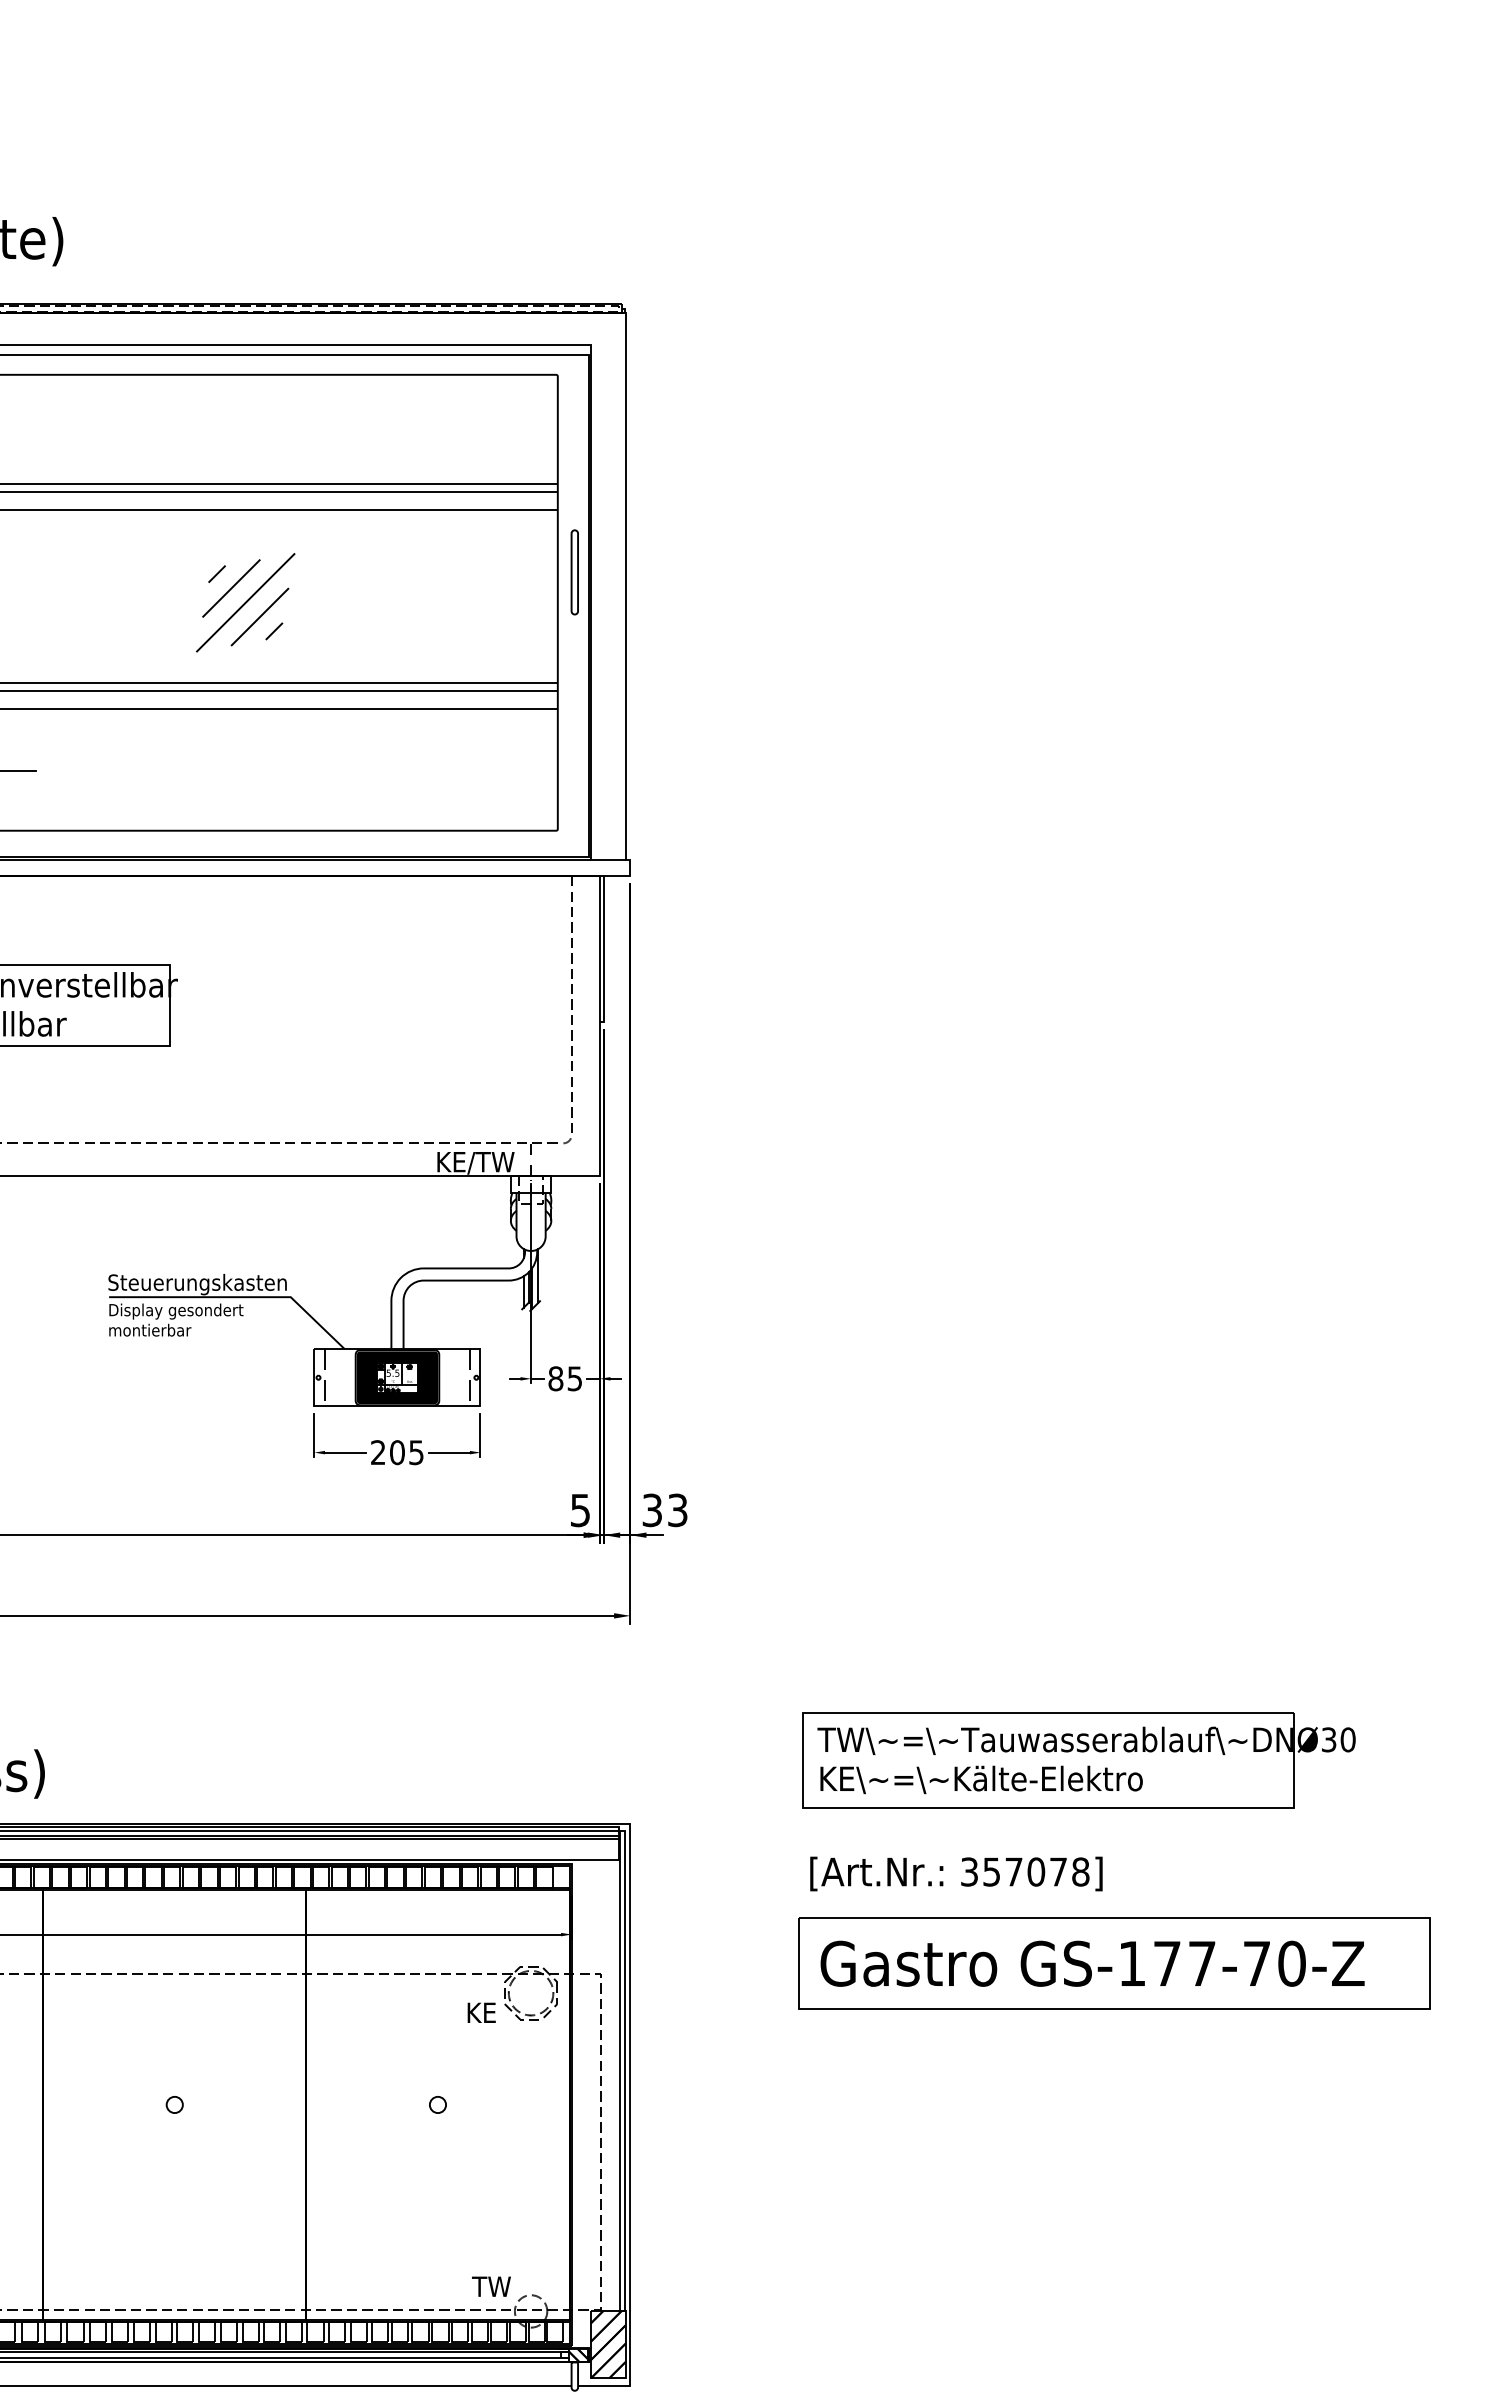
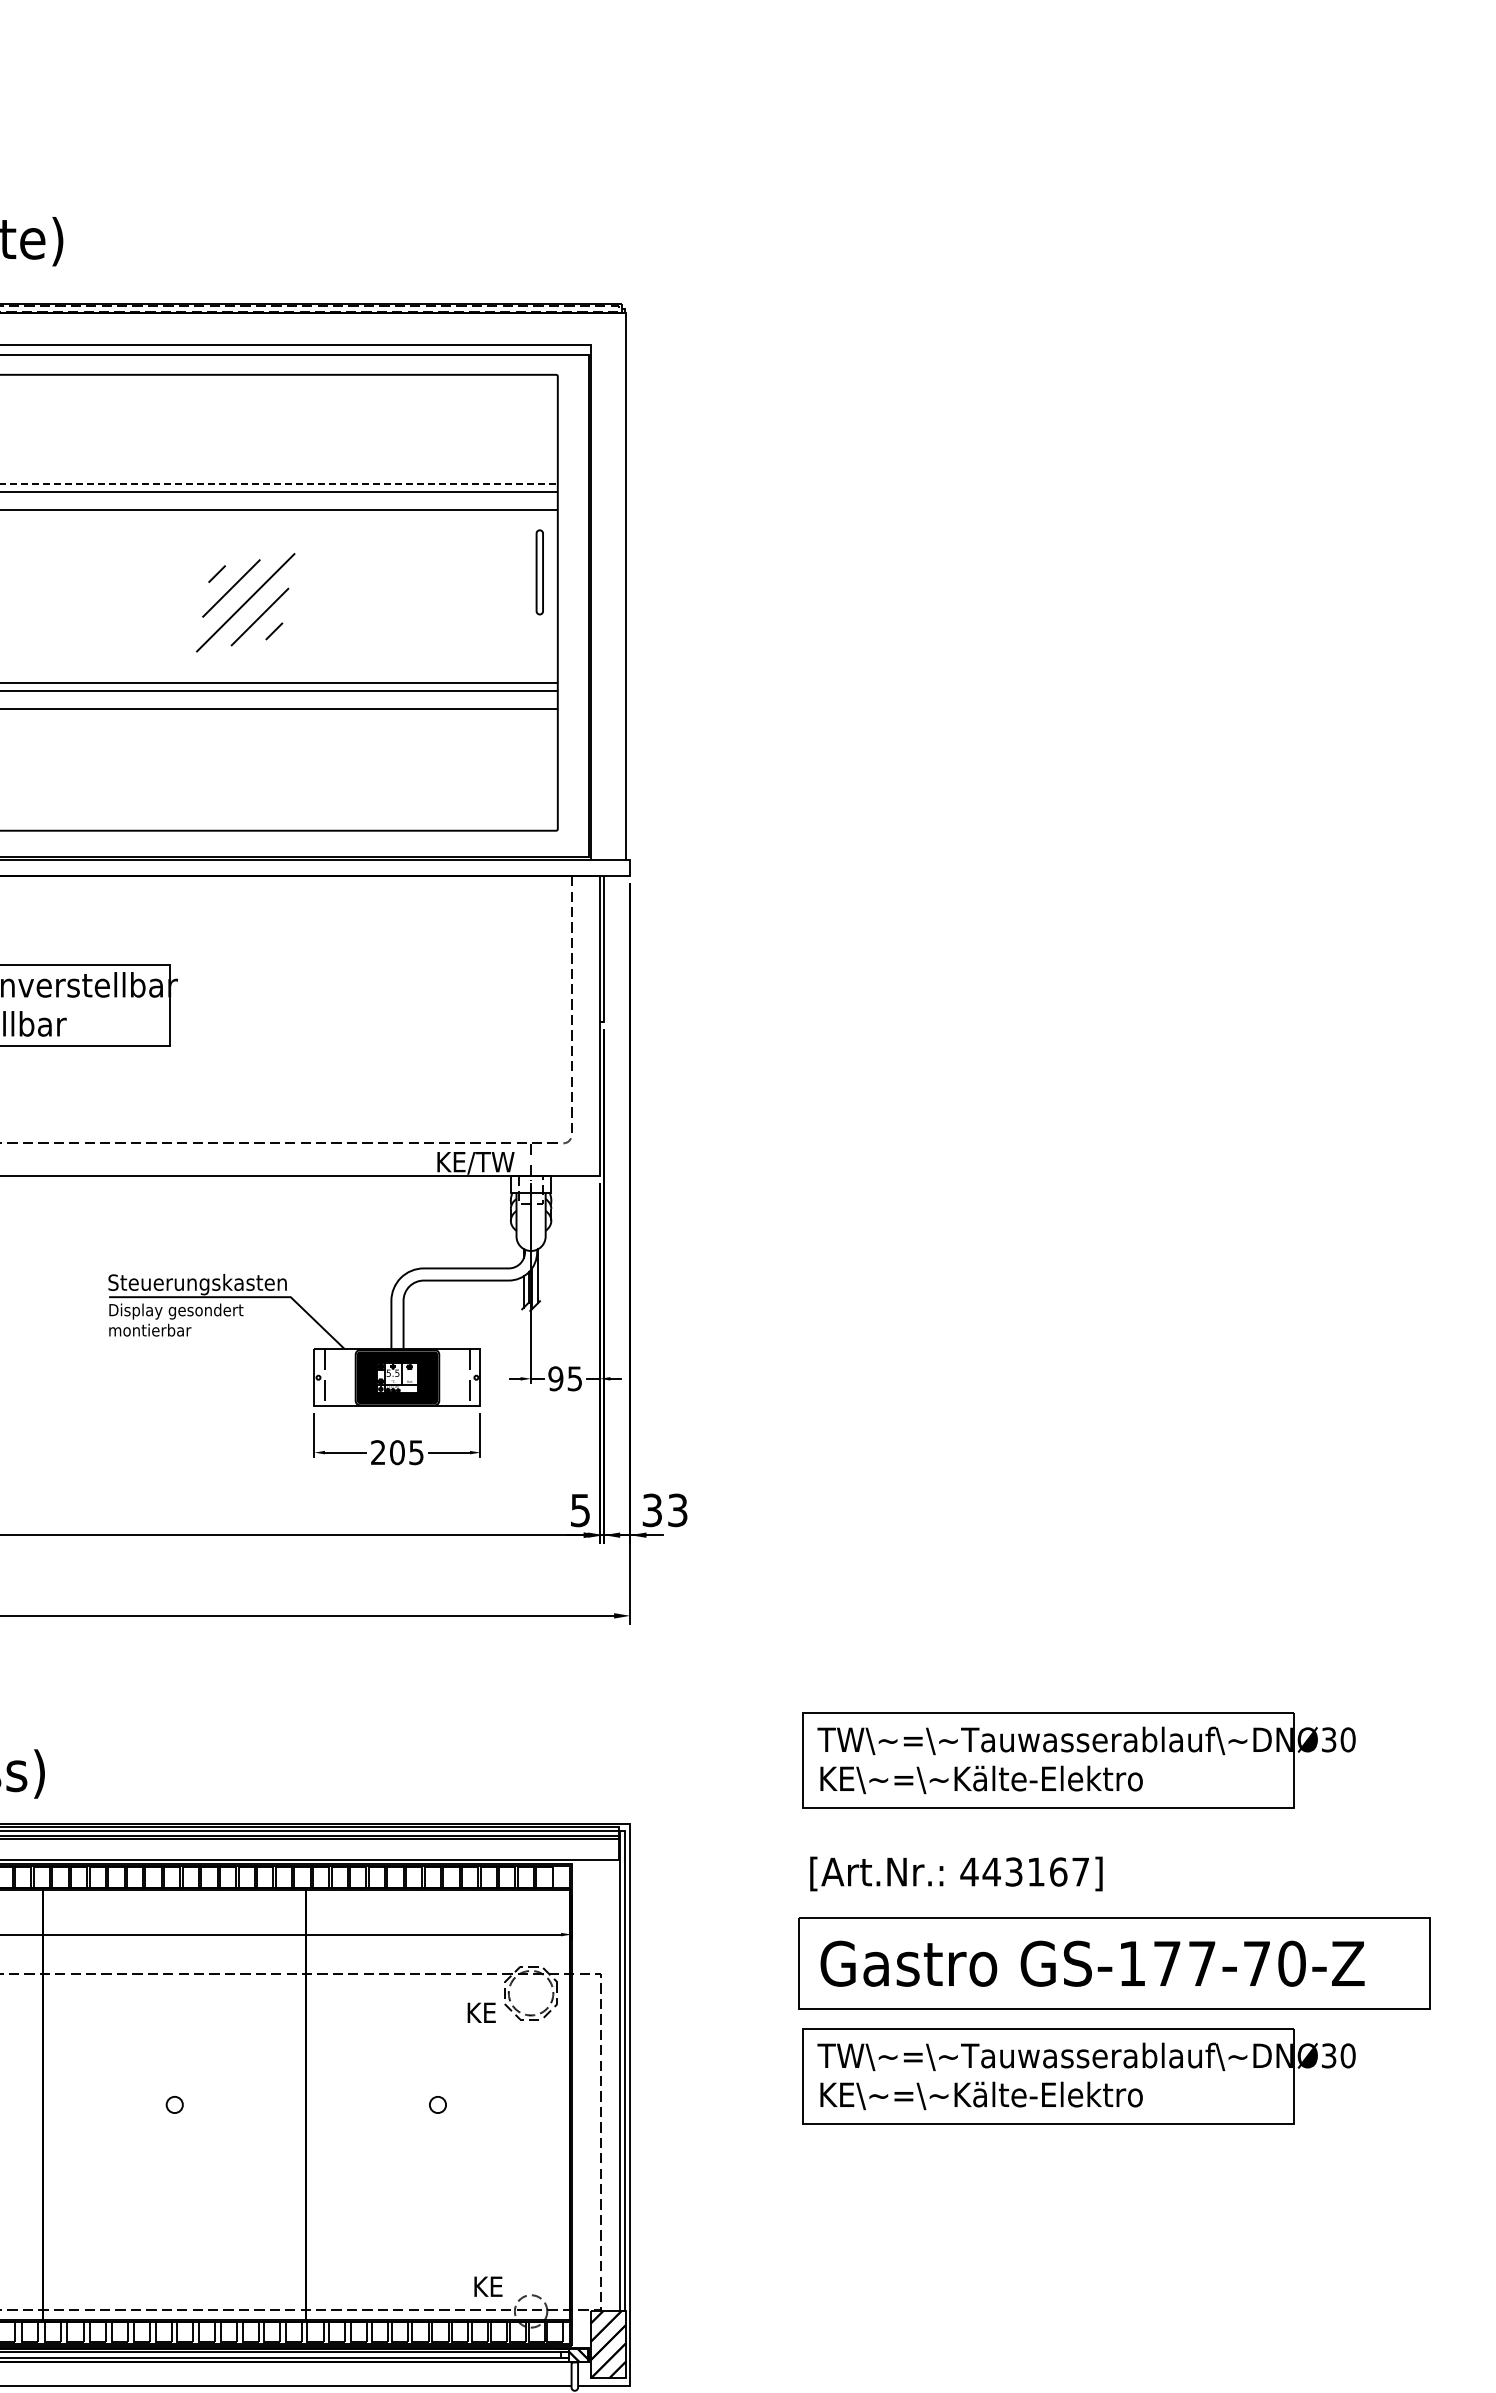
line at (279, 484): solid -> dashed
part at (574, 572) position: (574, 572) -> (539, 572)
line at (18, 770): present -> none
text at (555, 1378): 85 -> 95
text at (1024, 1871): 357078] -> 443167]
part at (1078, 2076): none -> present
text at (491, 2286): TW -> KE
